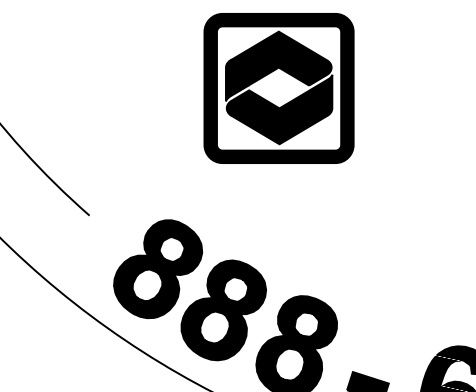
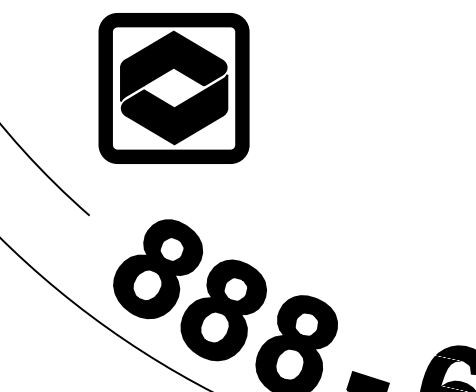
part at (278, 88) position: (278, 88) -> (173, 88)
